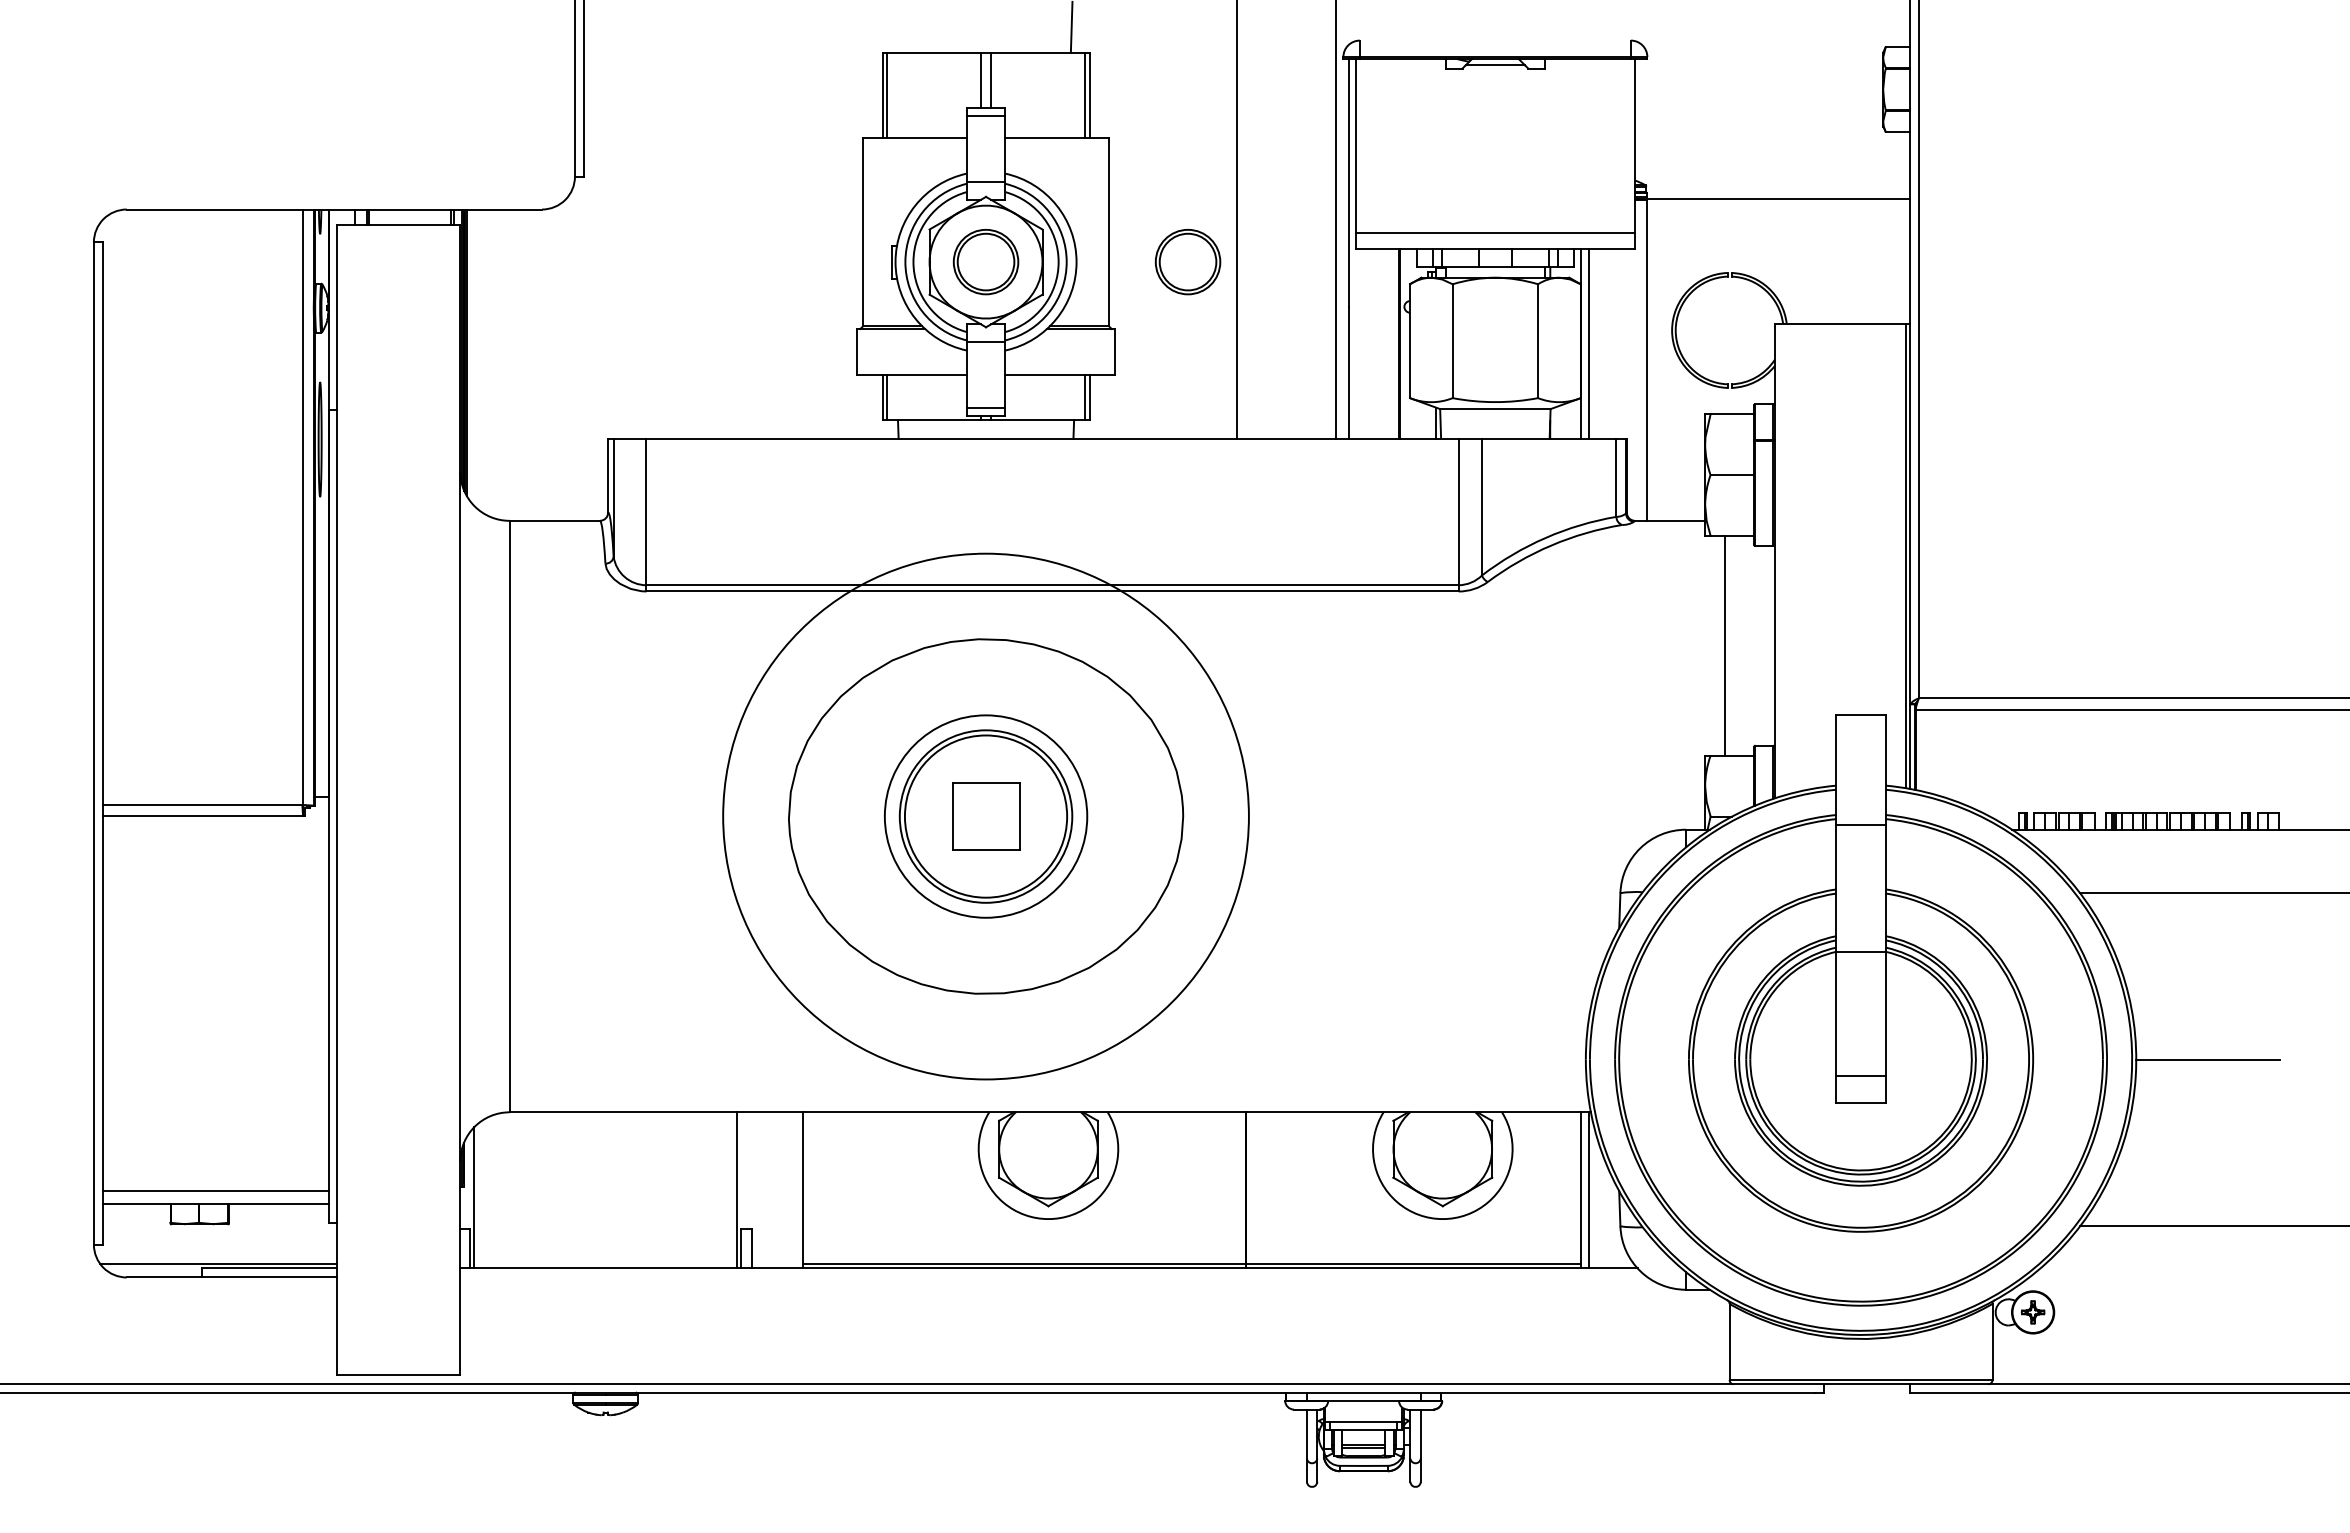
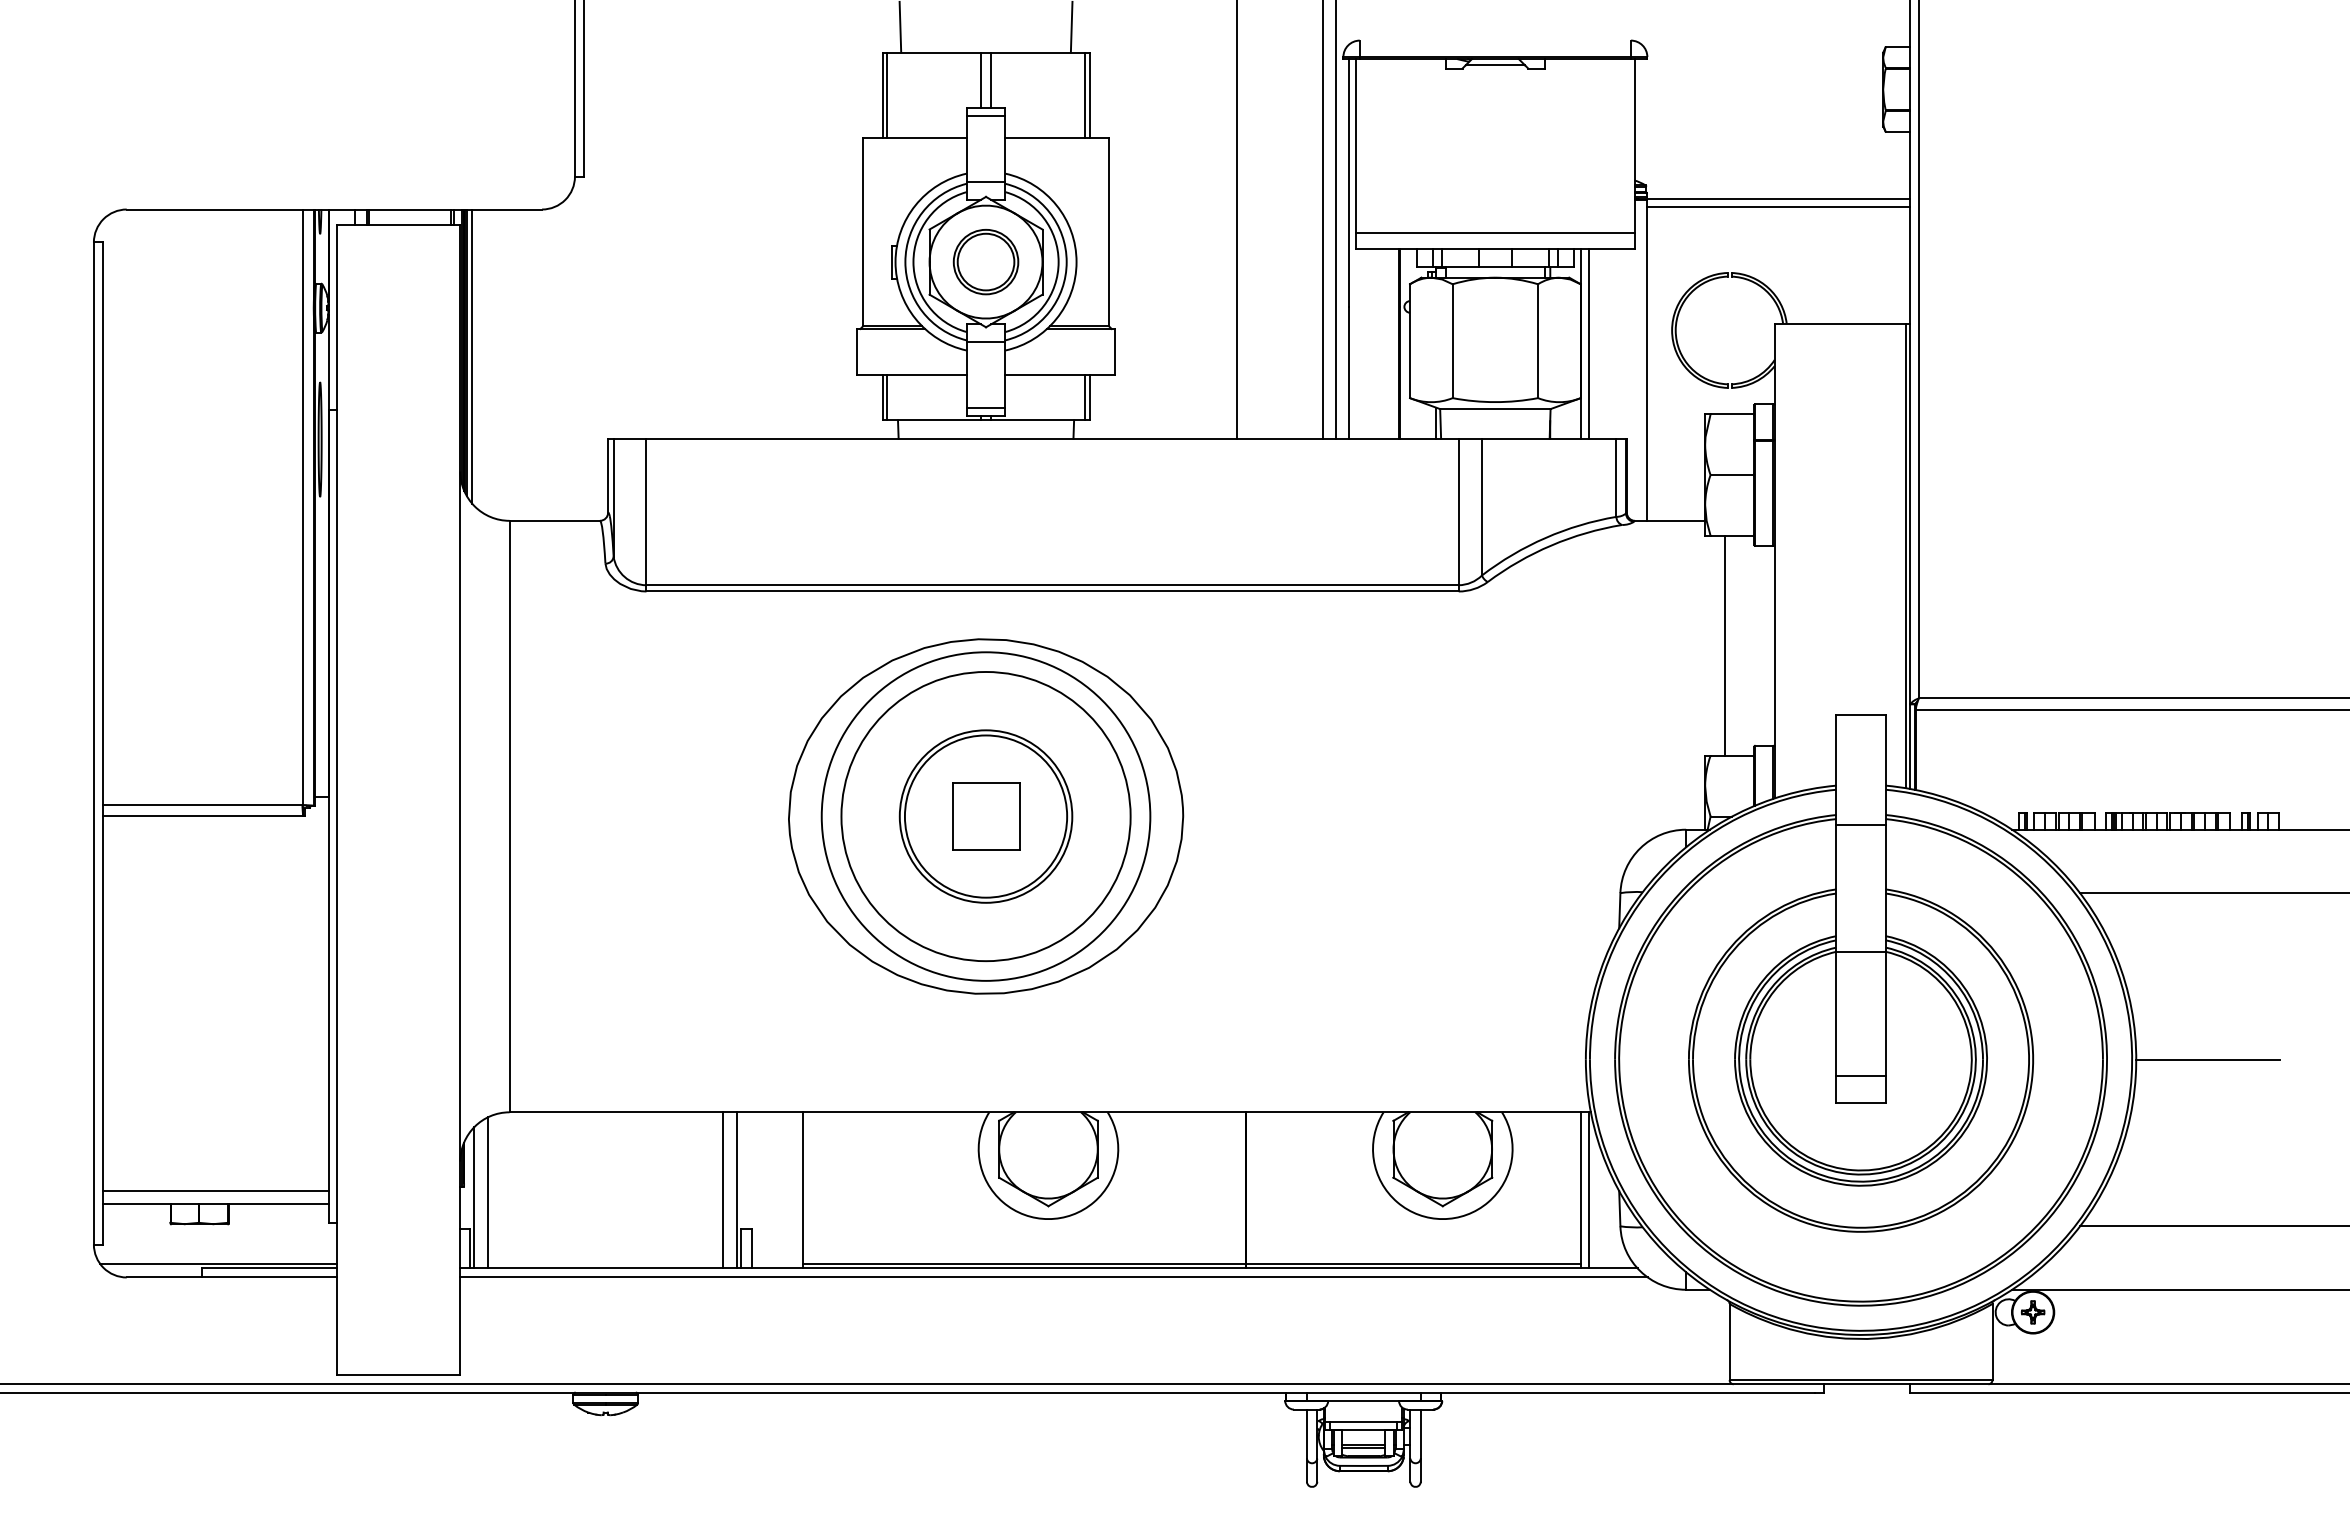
line at (900, 27): none -> present
line at (1778, 206): none -> present
line at (1322, 220): none -> present
part at (1187, 262): present -> none
line at (472, 356): none -> present
circle at (985, 816) diameter: 202 px -> 289 px
circle at (985, 816) diameter: 526 px -> 329 px
line at (723, 1190): none -> present
line at (488, 1192): none -> present
line at (1053, 1277): none -> present
line at (2179, 1289): none -> present
